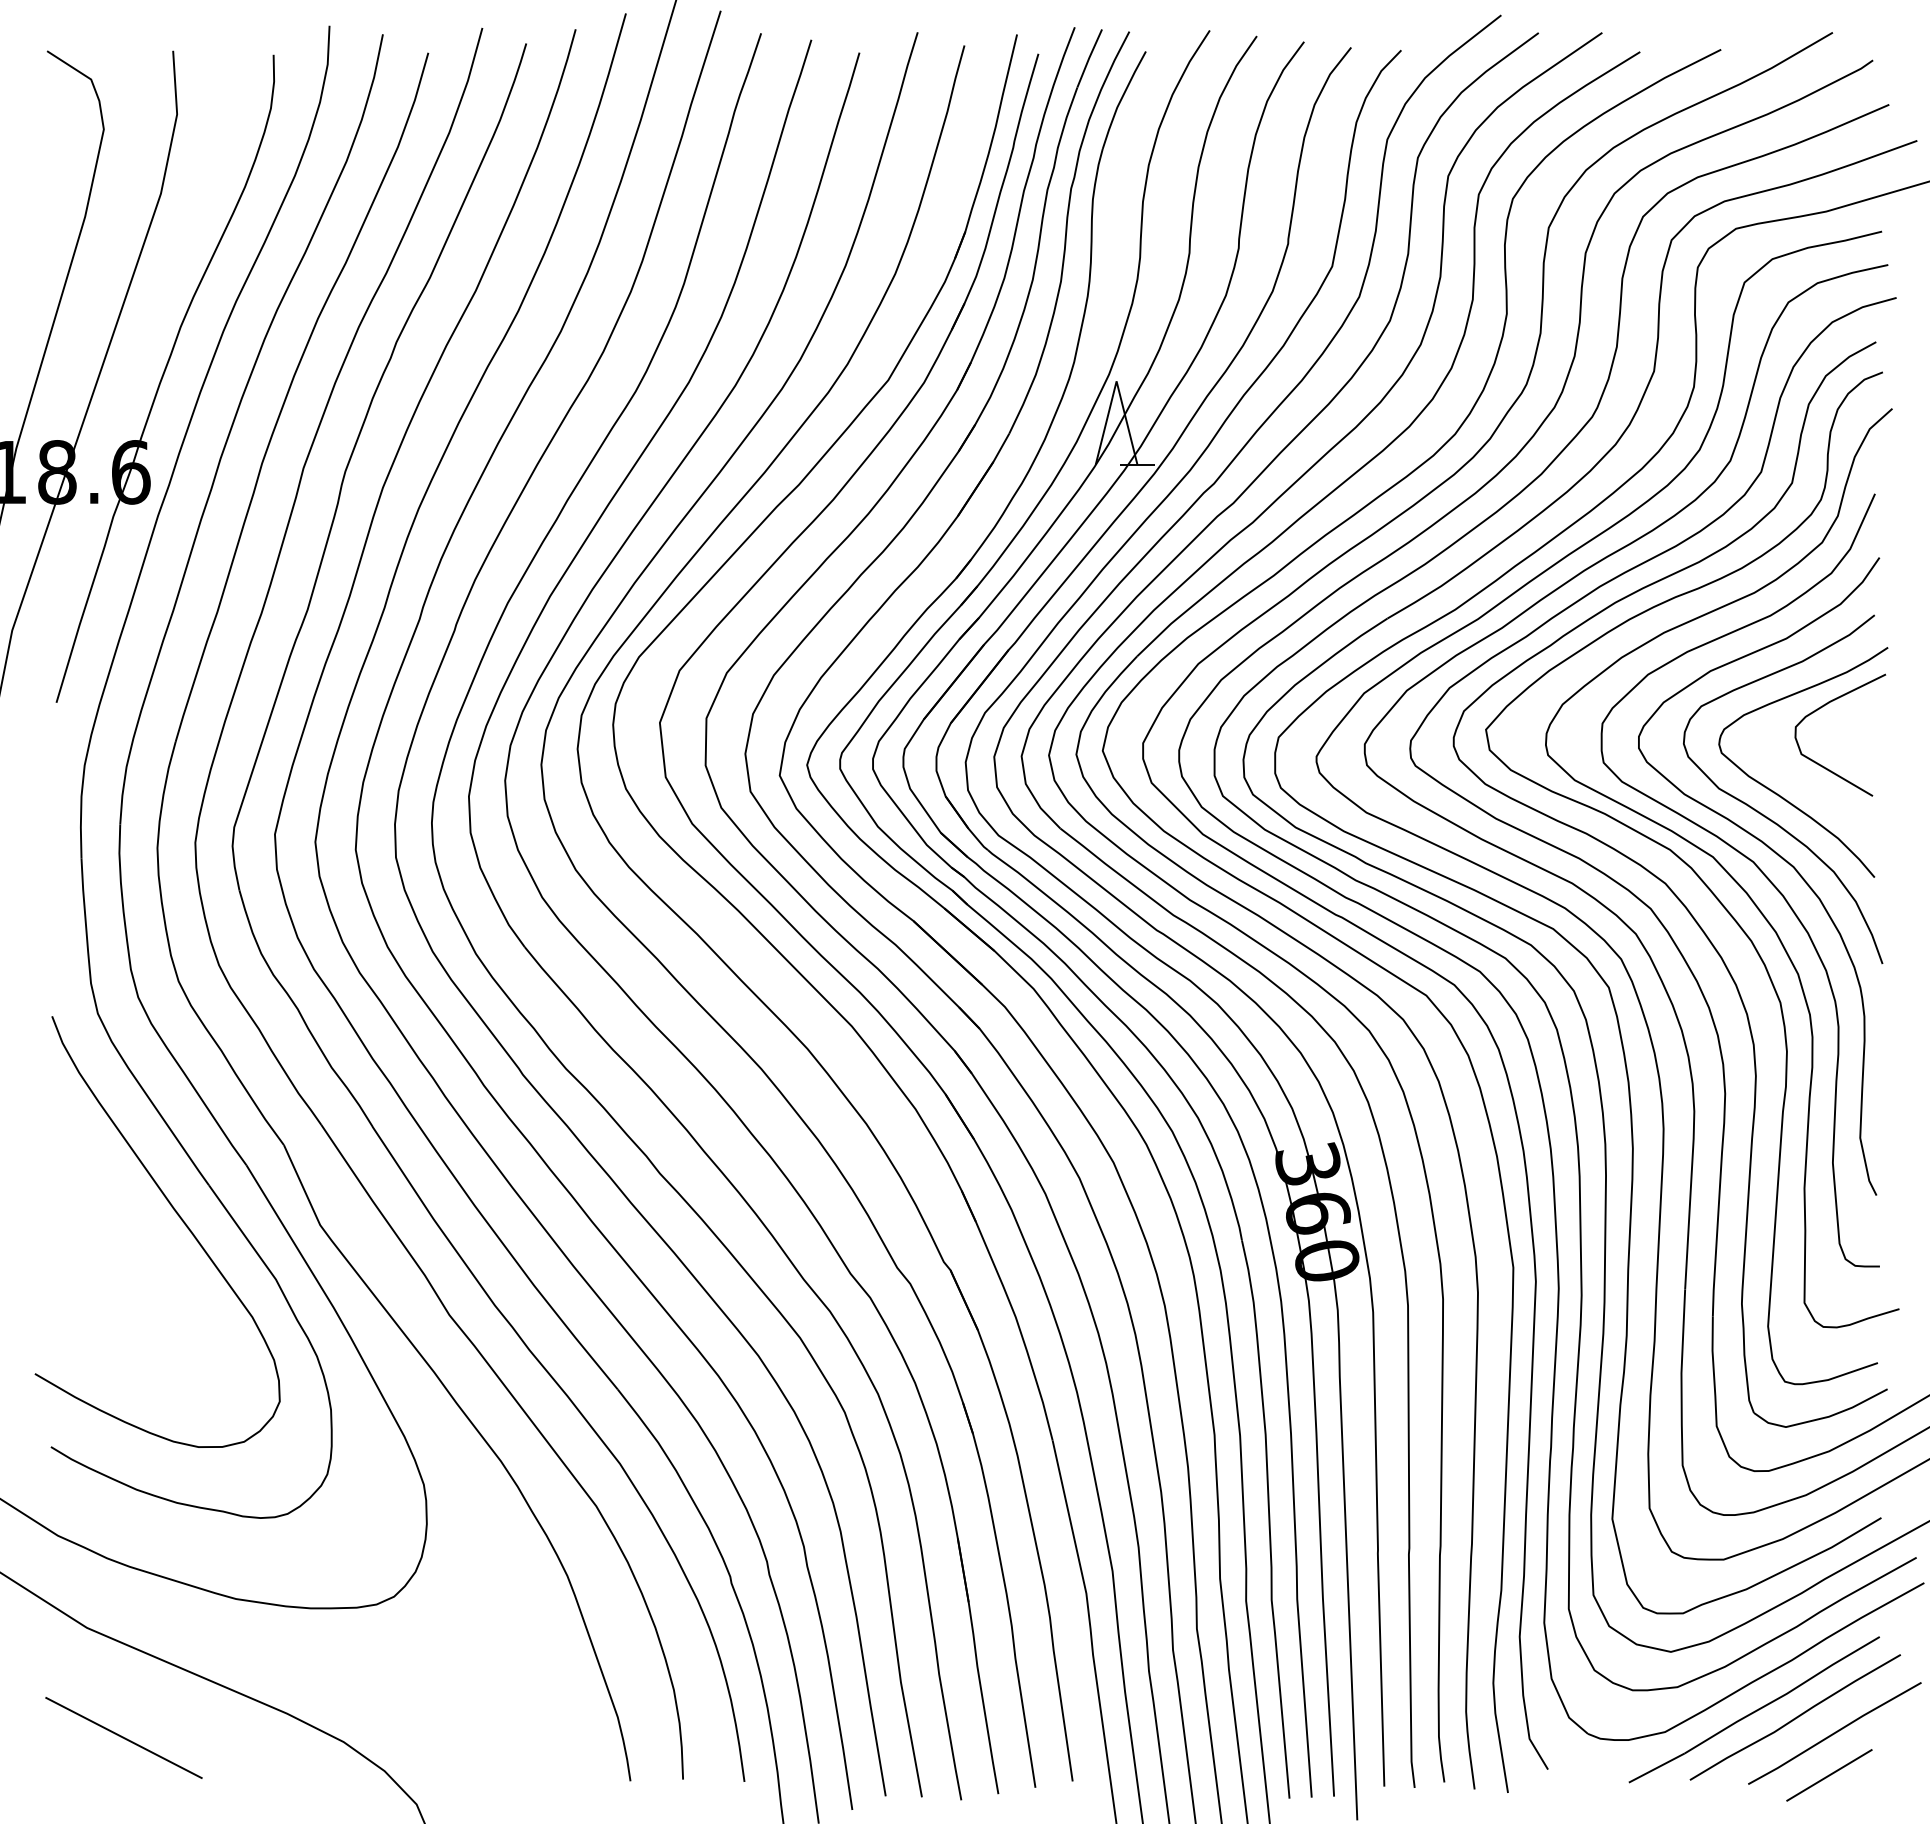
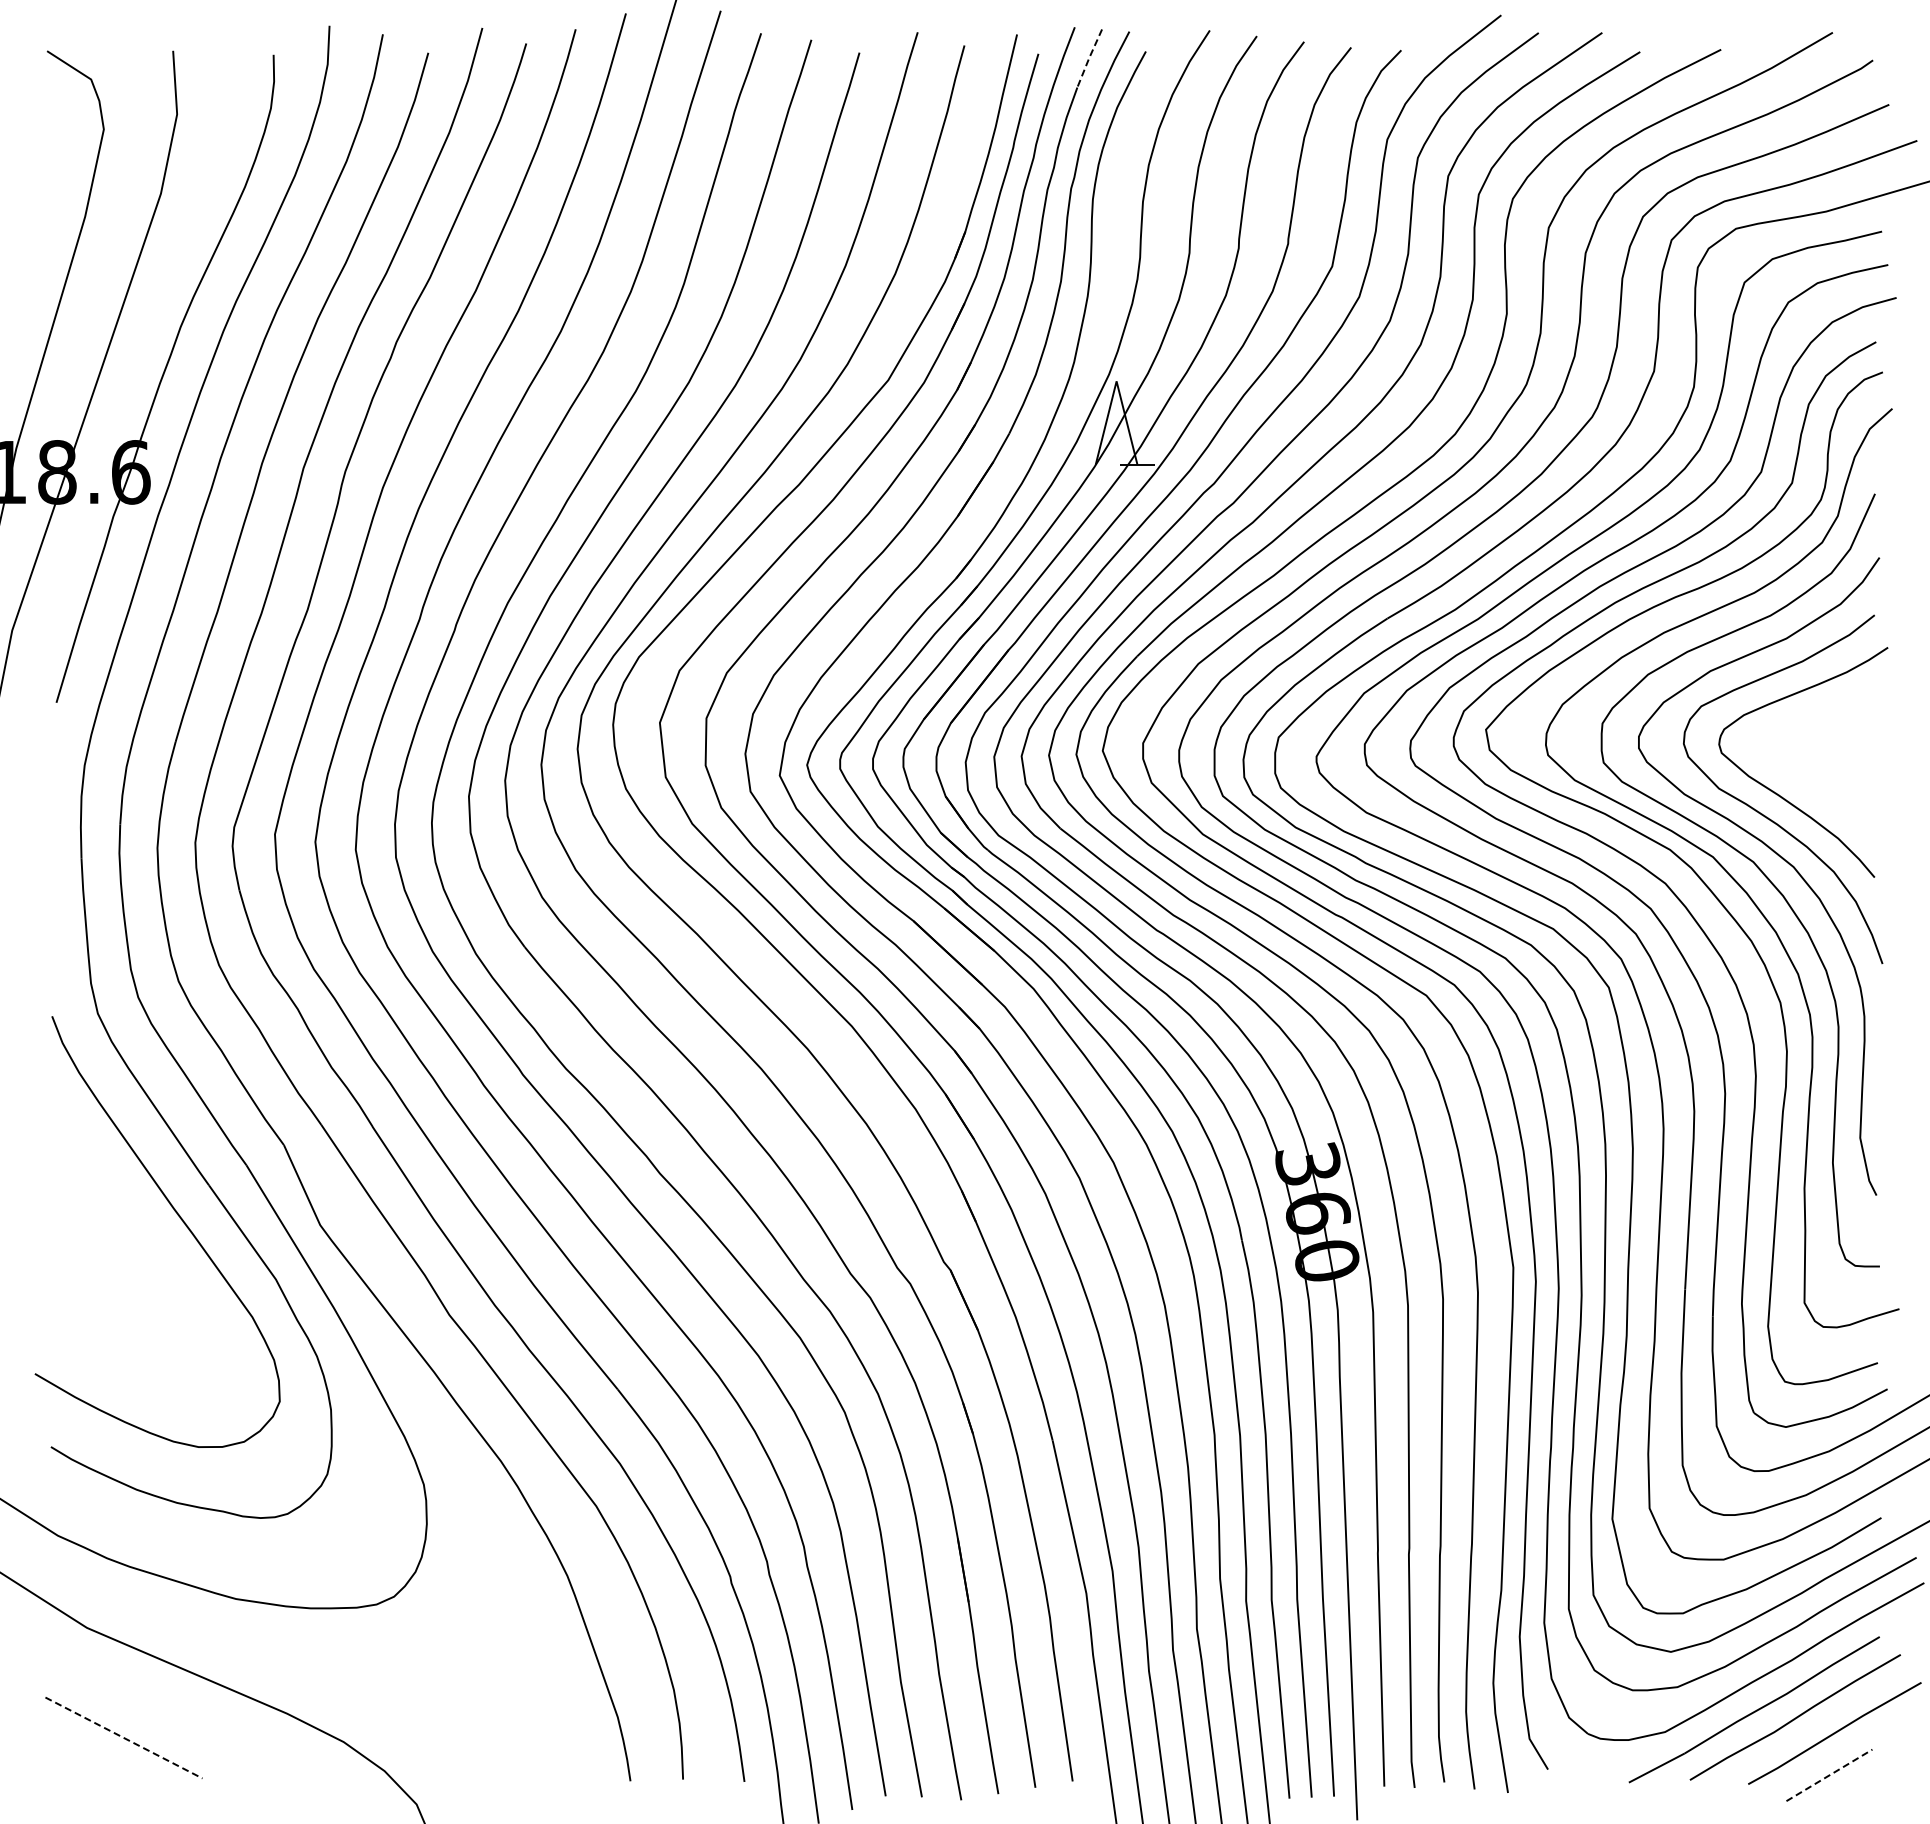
line at (1089, 58): solid -> dashed
curve at (1826, 705): present -> none
line at (124, 1738): solid -> dashed
line at (1829, 1775): solid -> dashed
